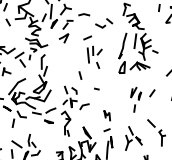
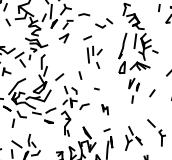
line at (59, 76): none -> present
part at (136, 99) position: (136, 99) -> (134, 90)
part at (106, 115) position: (106, 115) -> (104, 109)
